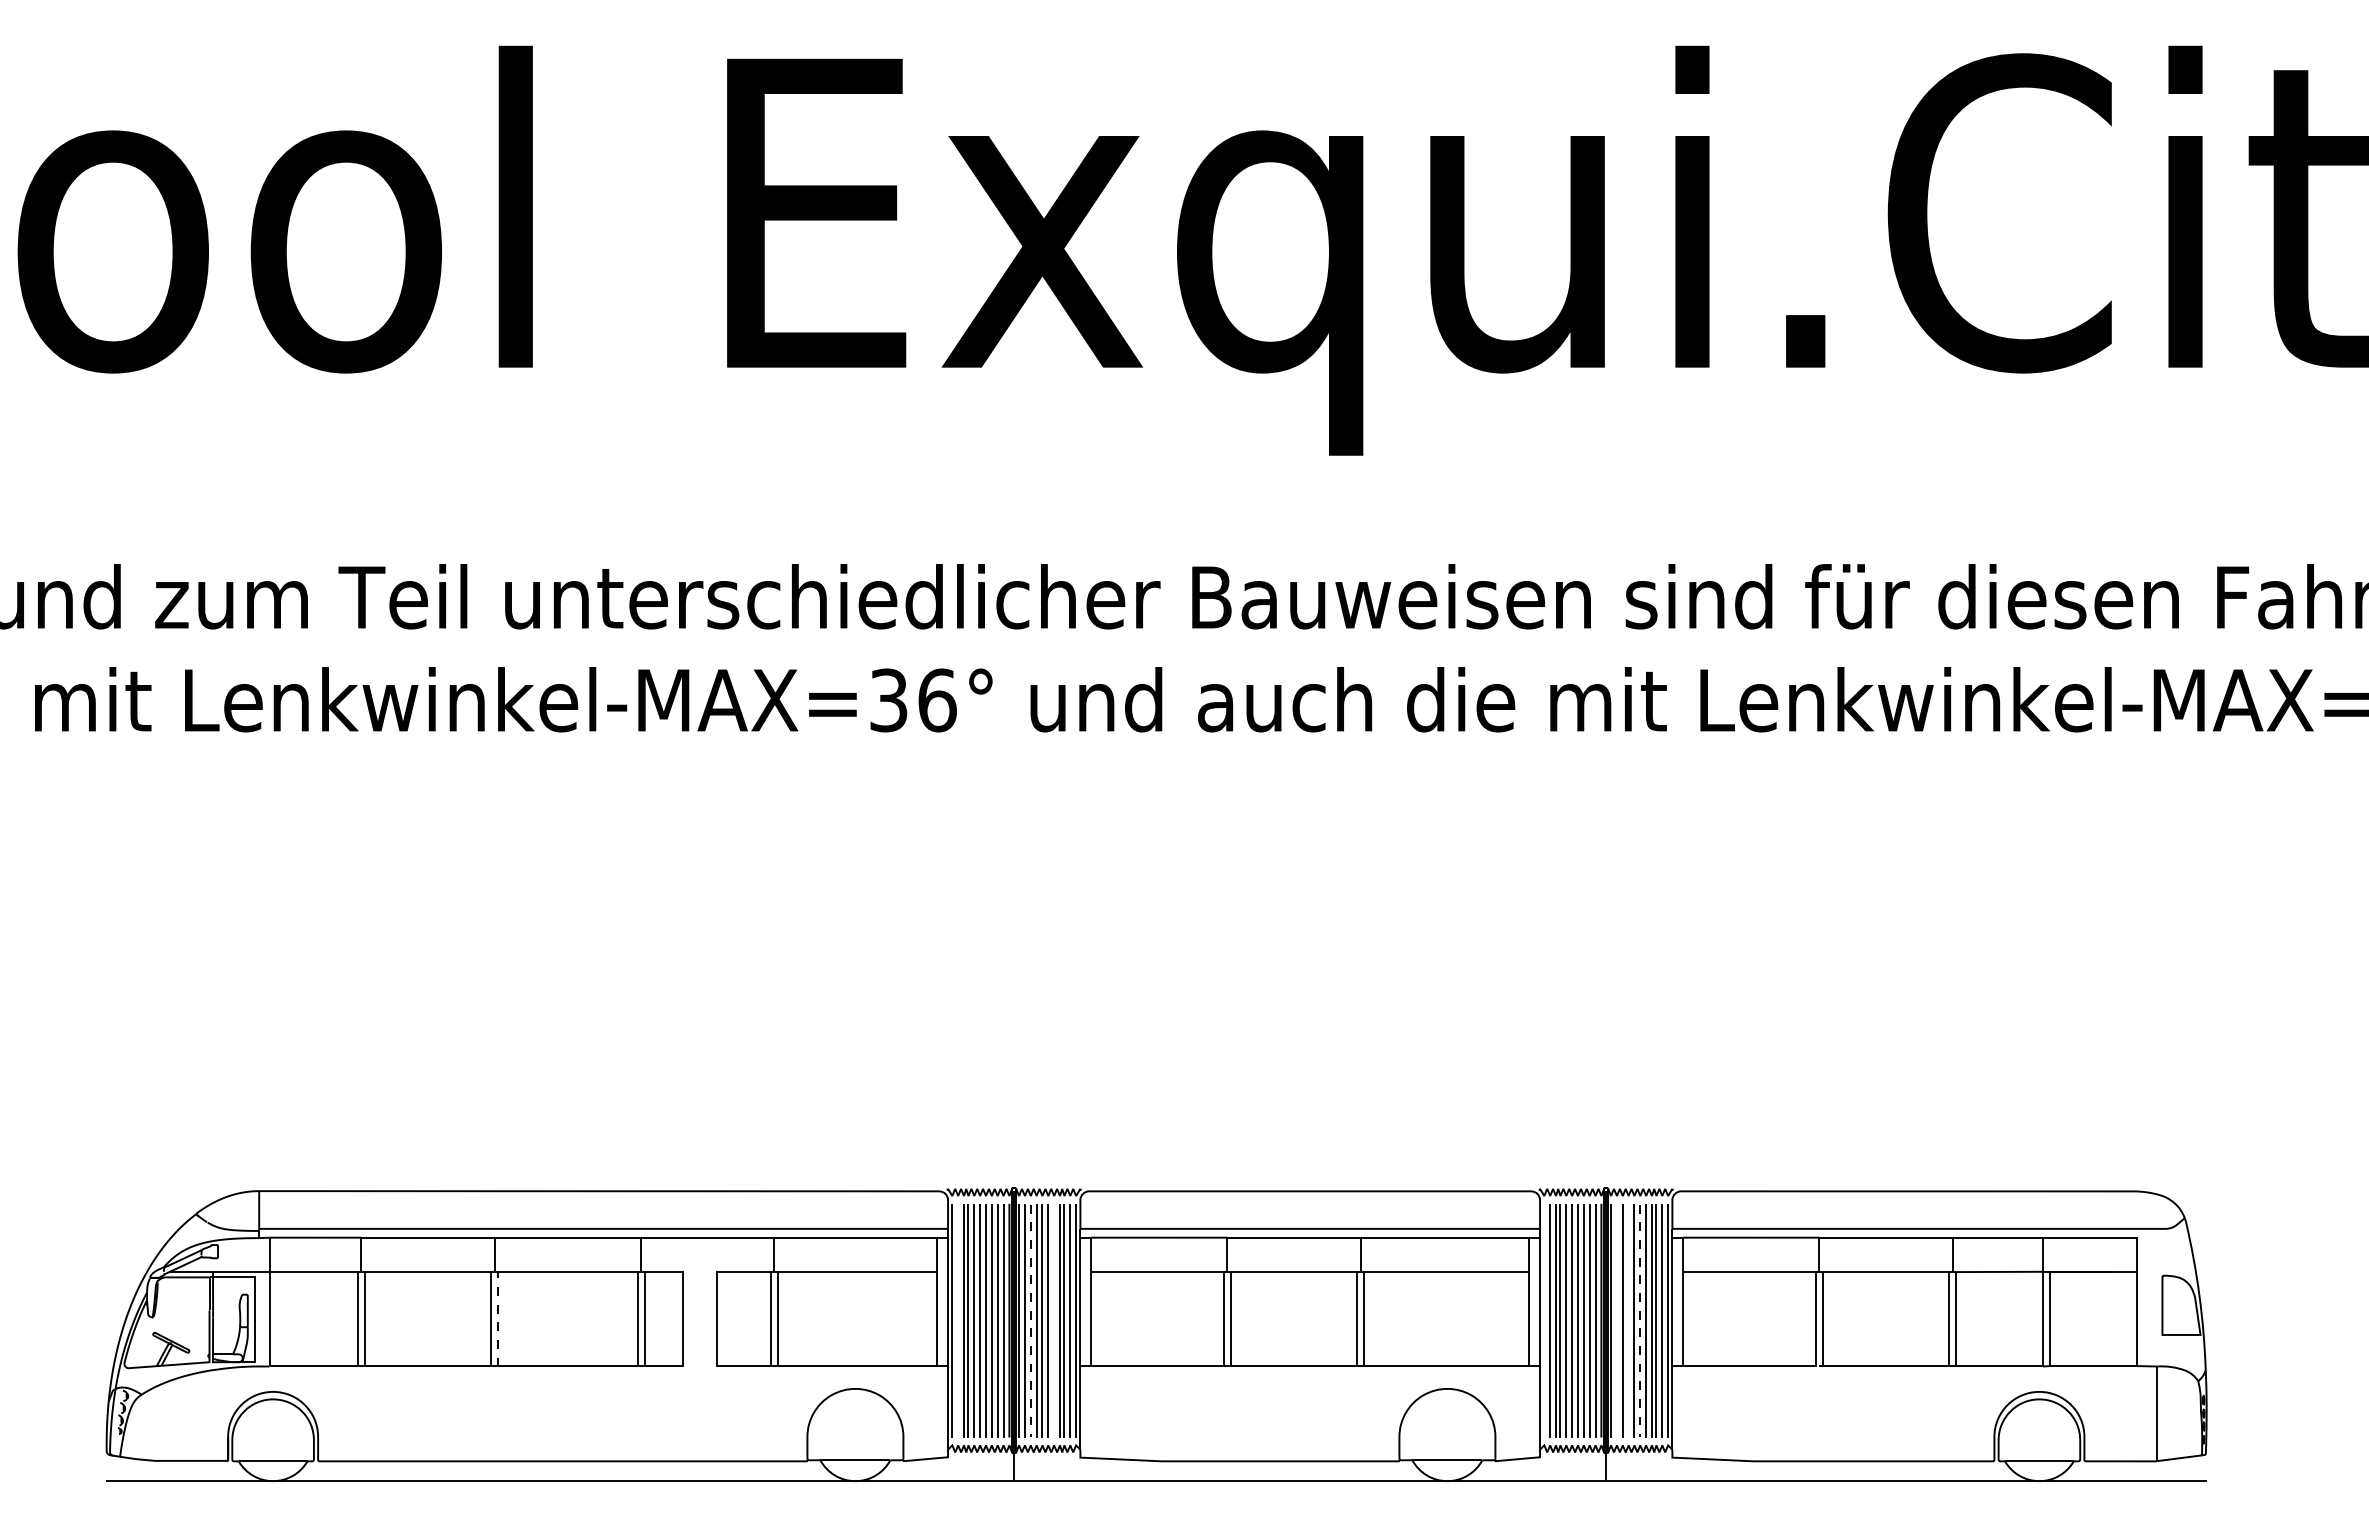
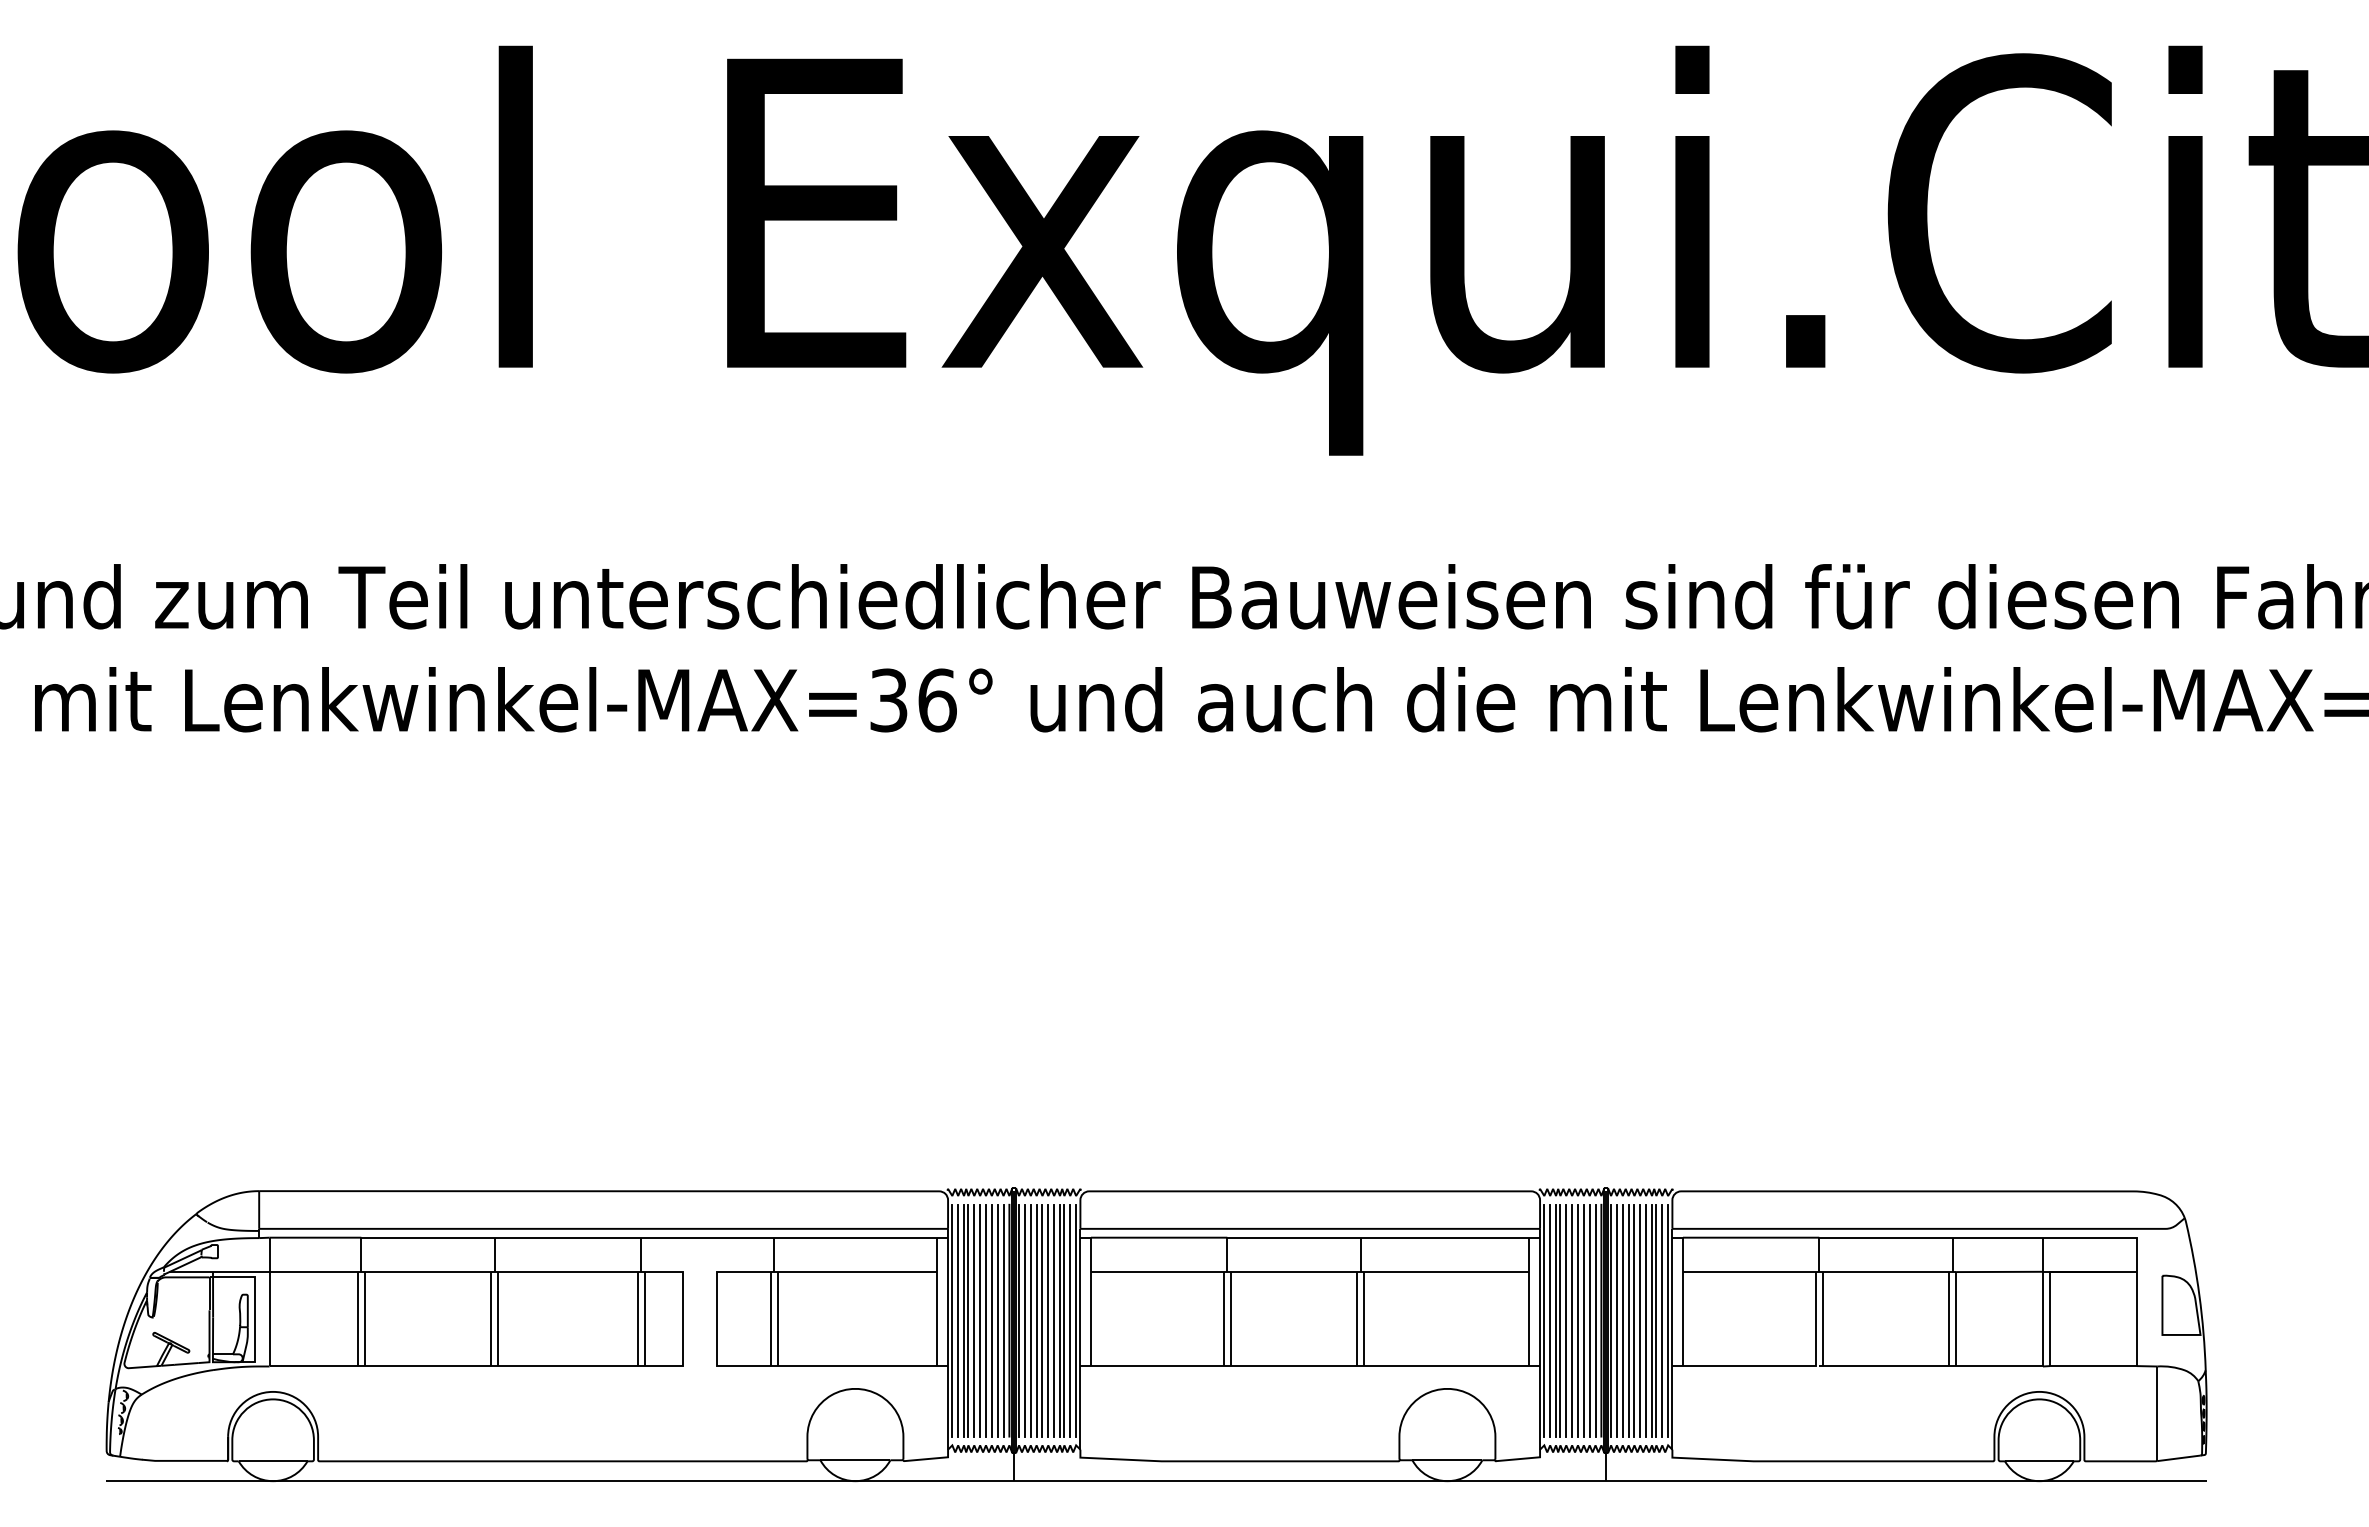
line at (498, 1318): dashed -> solid
line at (958, 1320): none -> present
line at (1030, 1320): dashed -> solid
line at (1054, 1320): none -> present
line at (1544, 1320): none -> present
line at (1616, 1320): none -> present
line at (1628, 1320): none -> present
line at (1640, 1320): dashed -> solid
